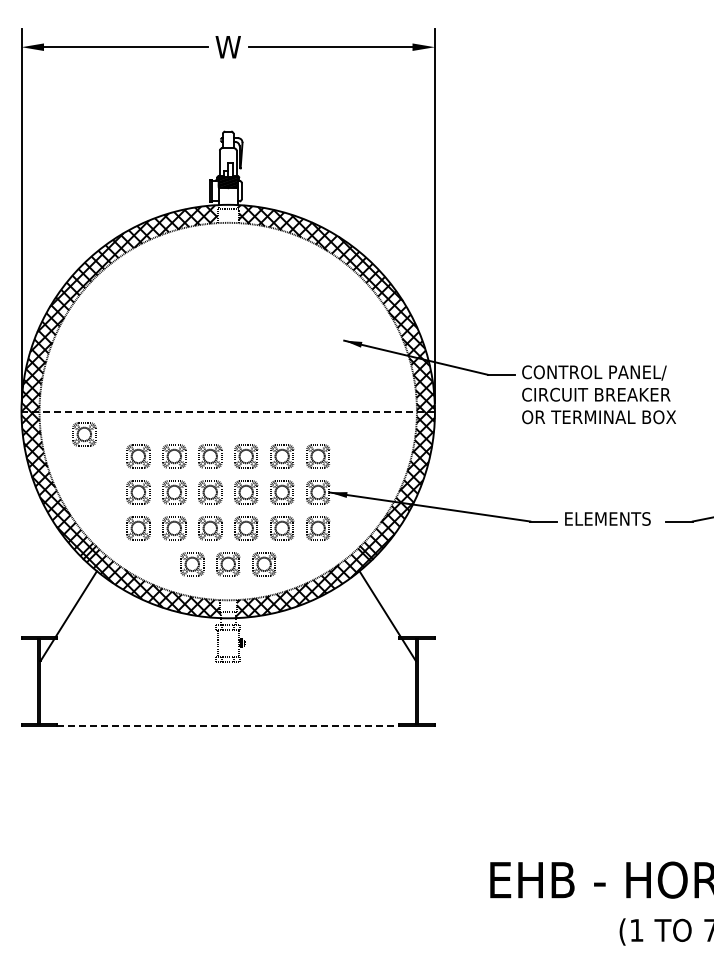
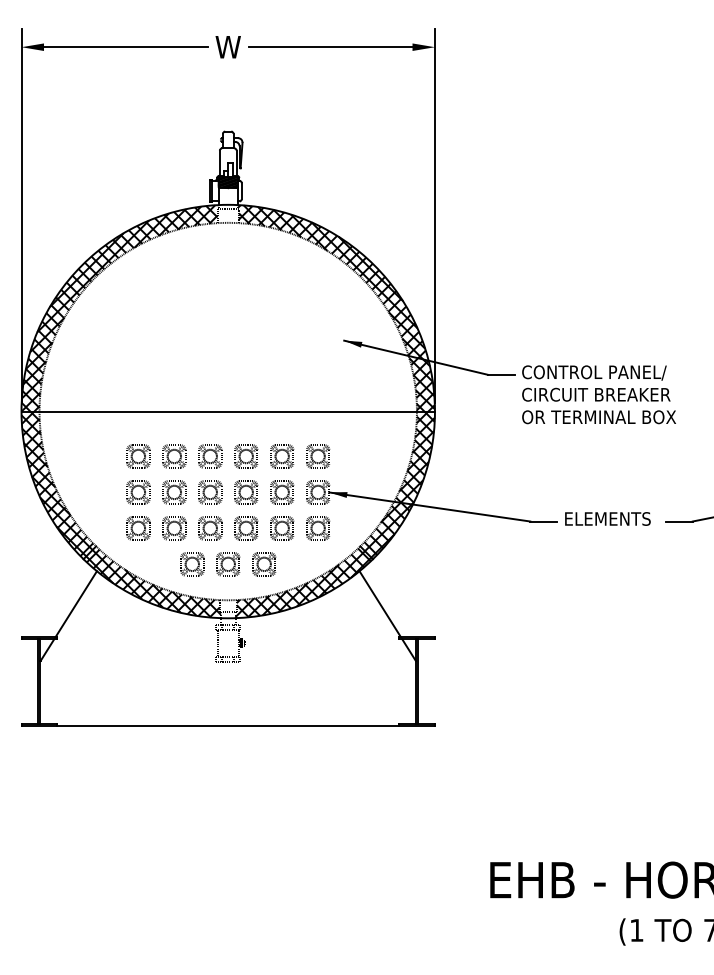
line at (228, 411): dashed -> solid
part at (84, 434): present -> none
line at (228, 726): dashed -> solid
